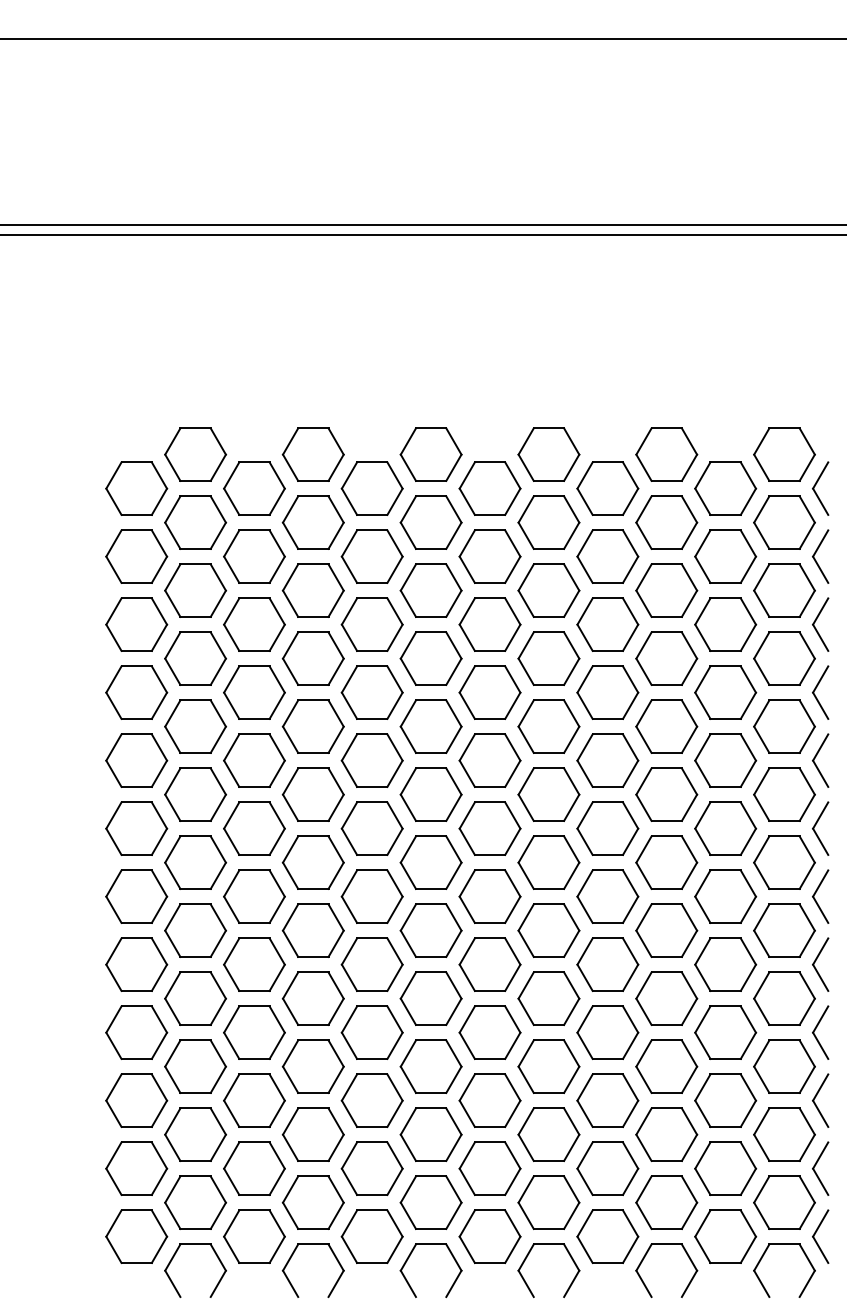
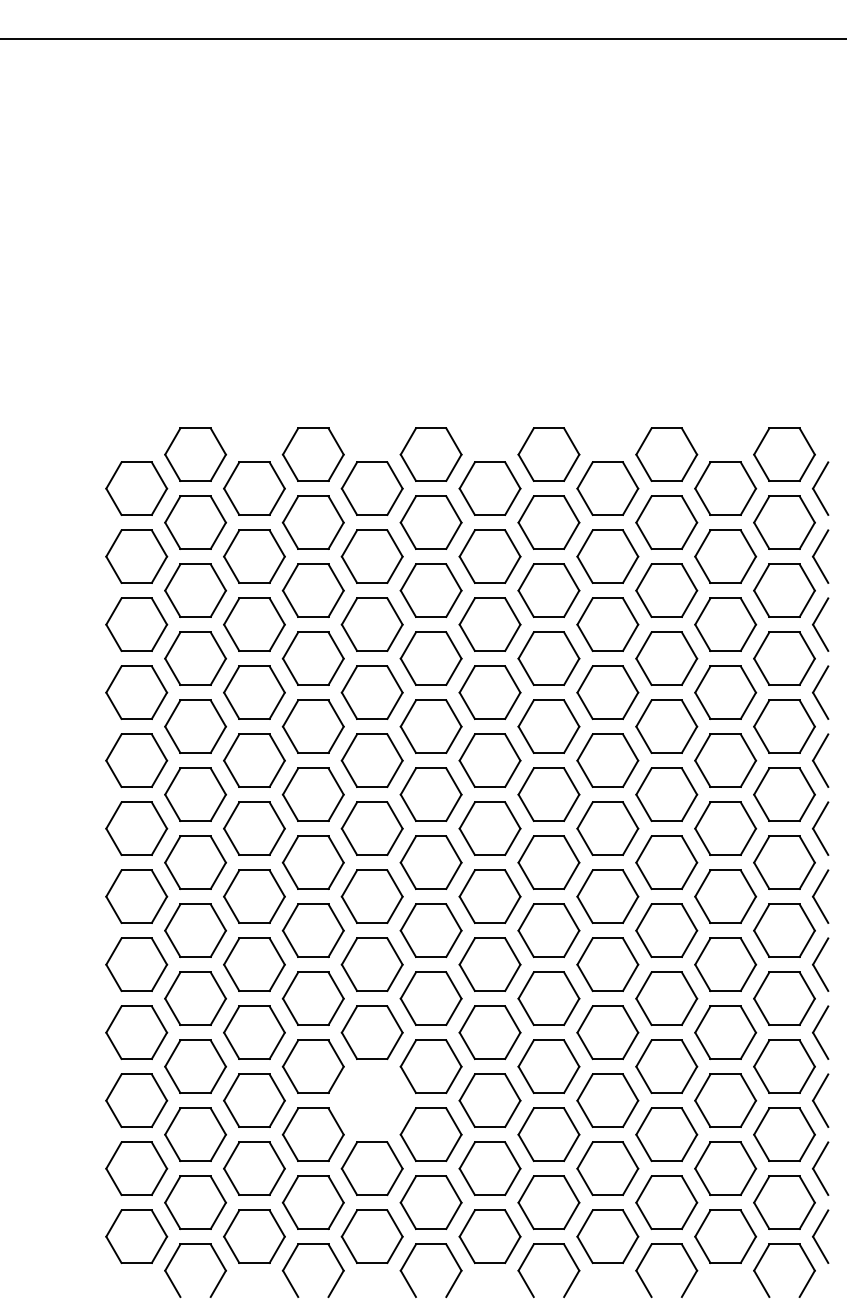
line at (422, 224): present -> none
line at (422, 235): present -> none
part at (371, 1100): present -> none
